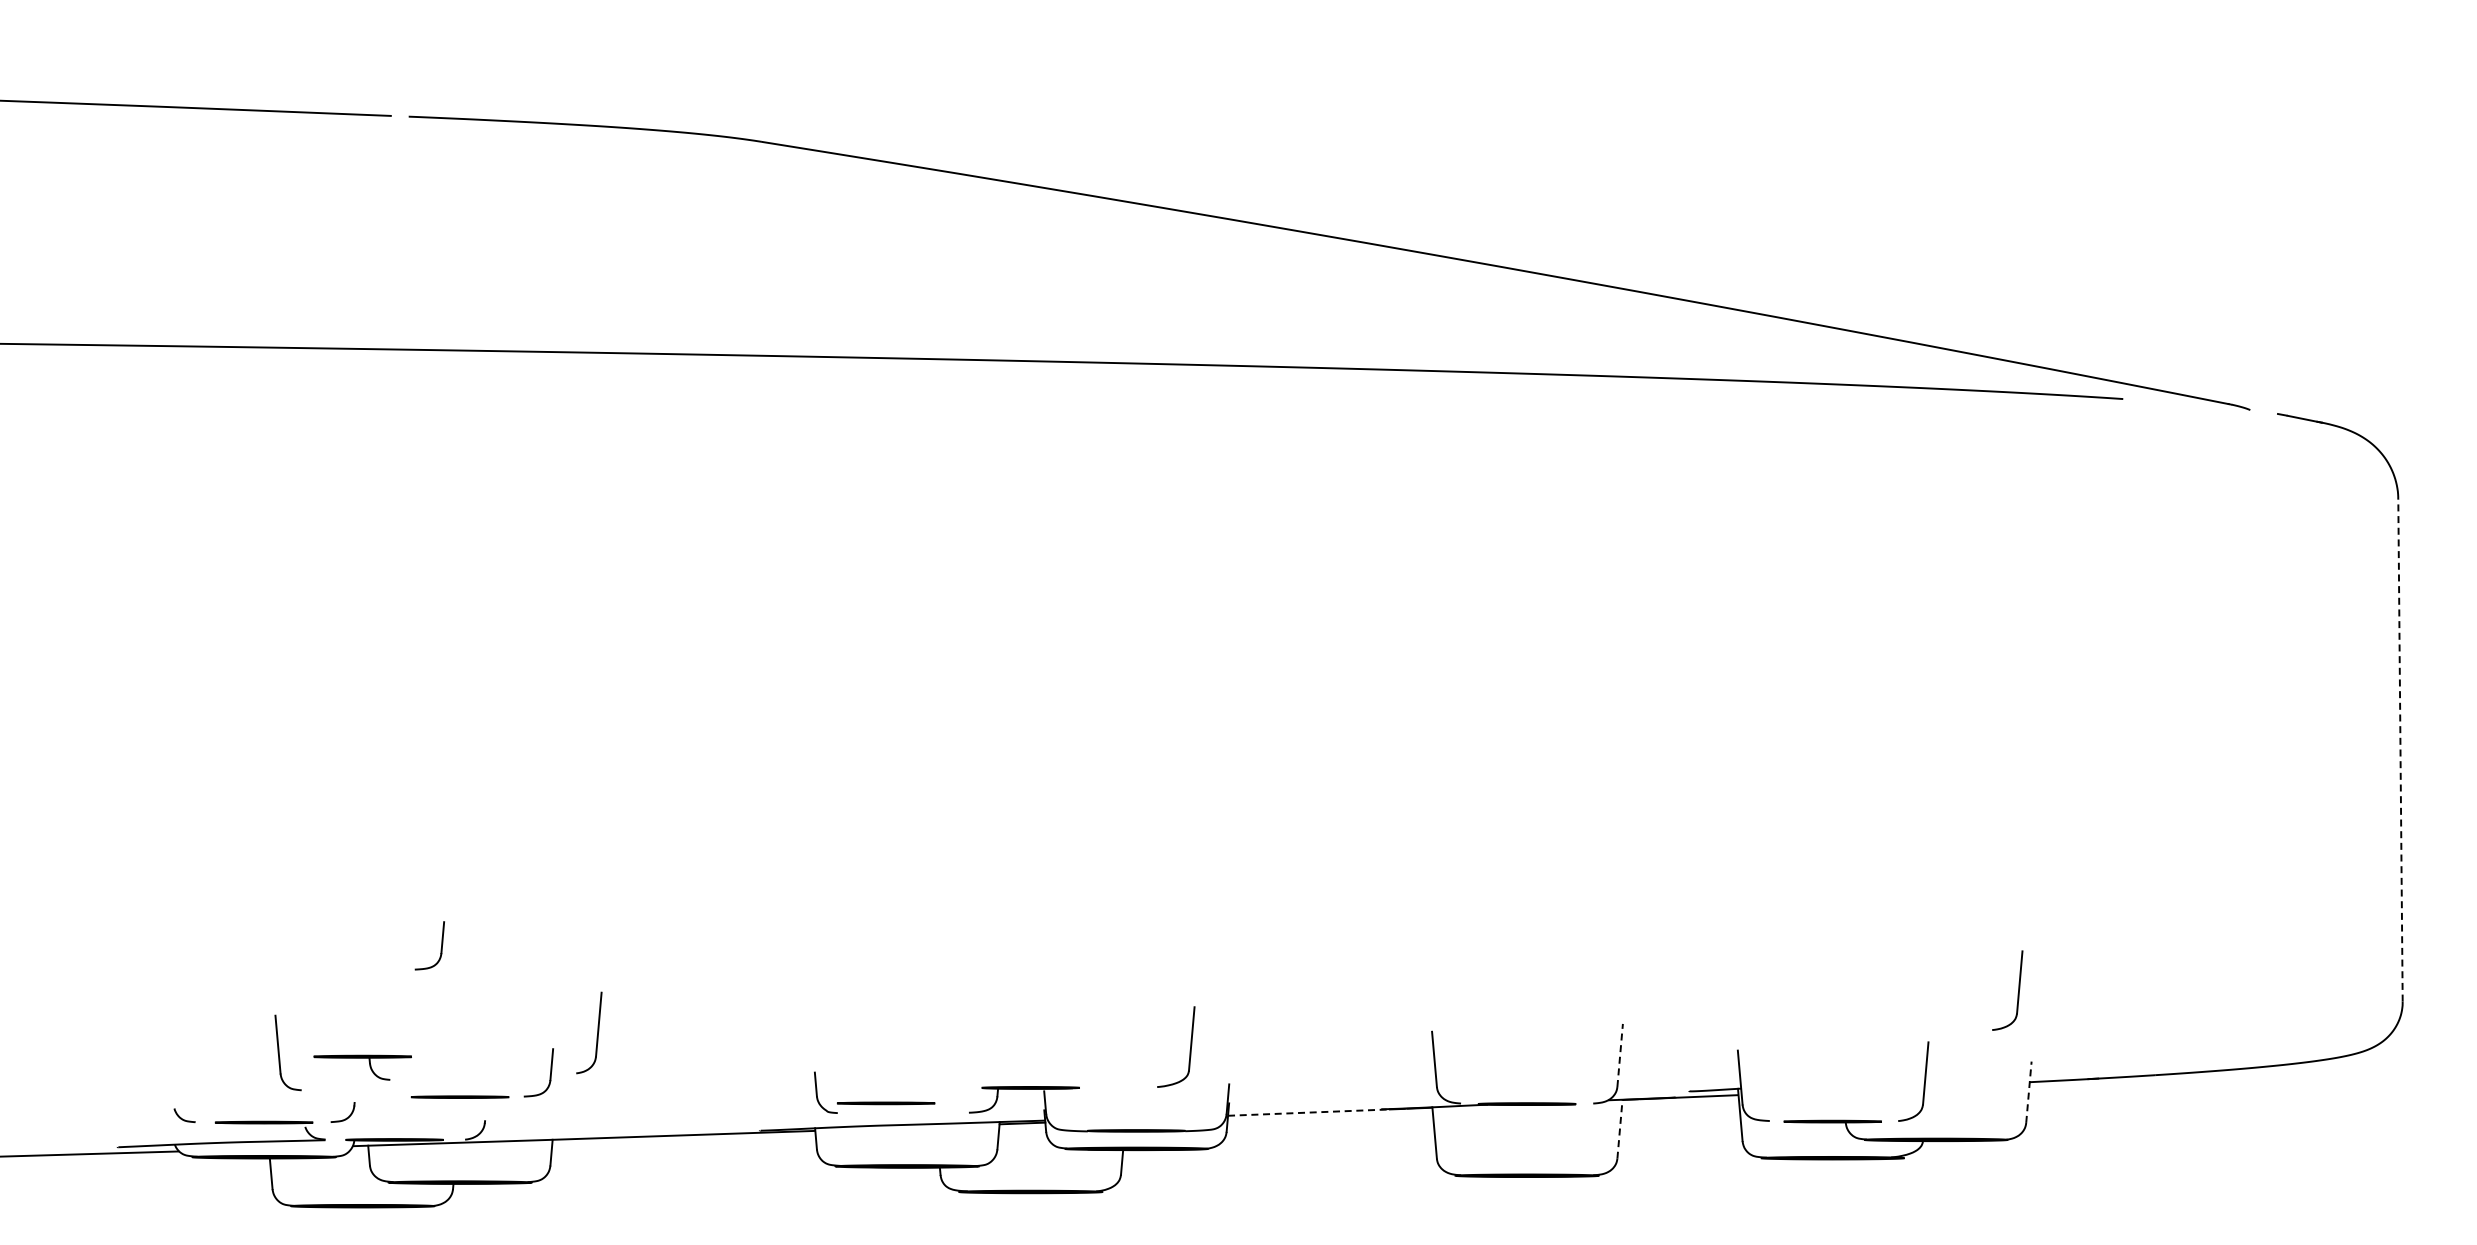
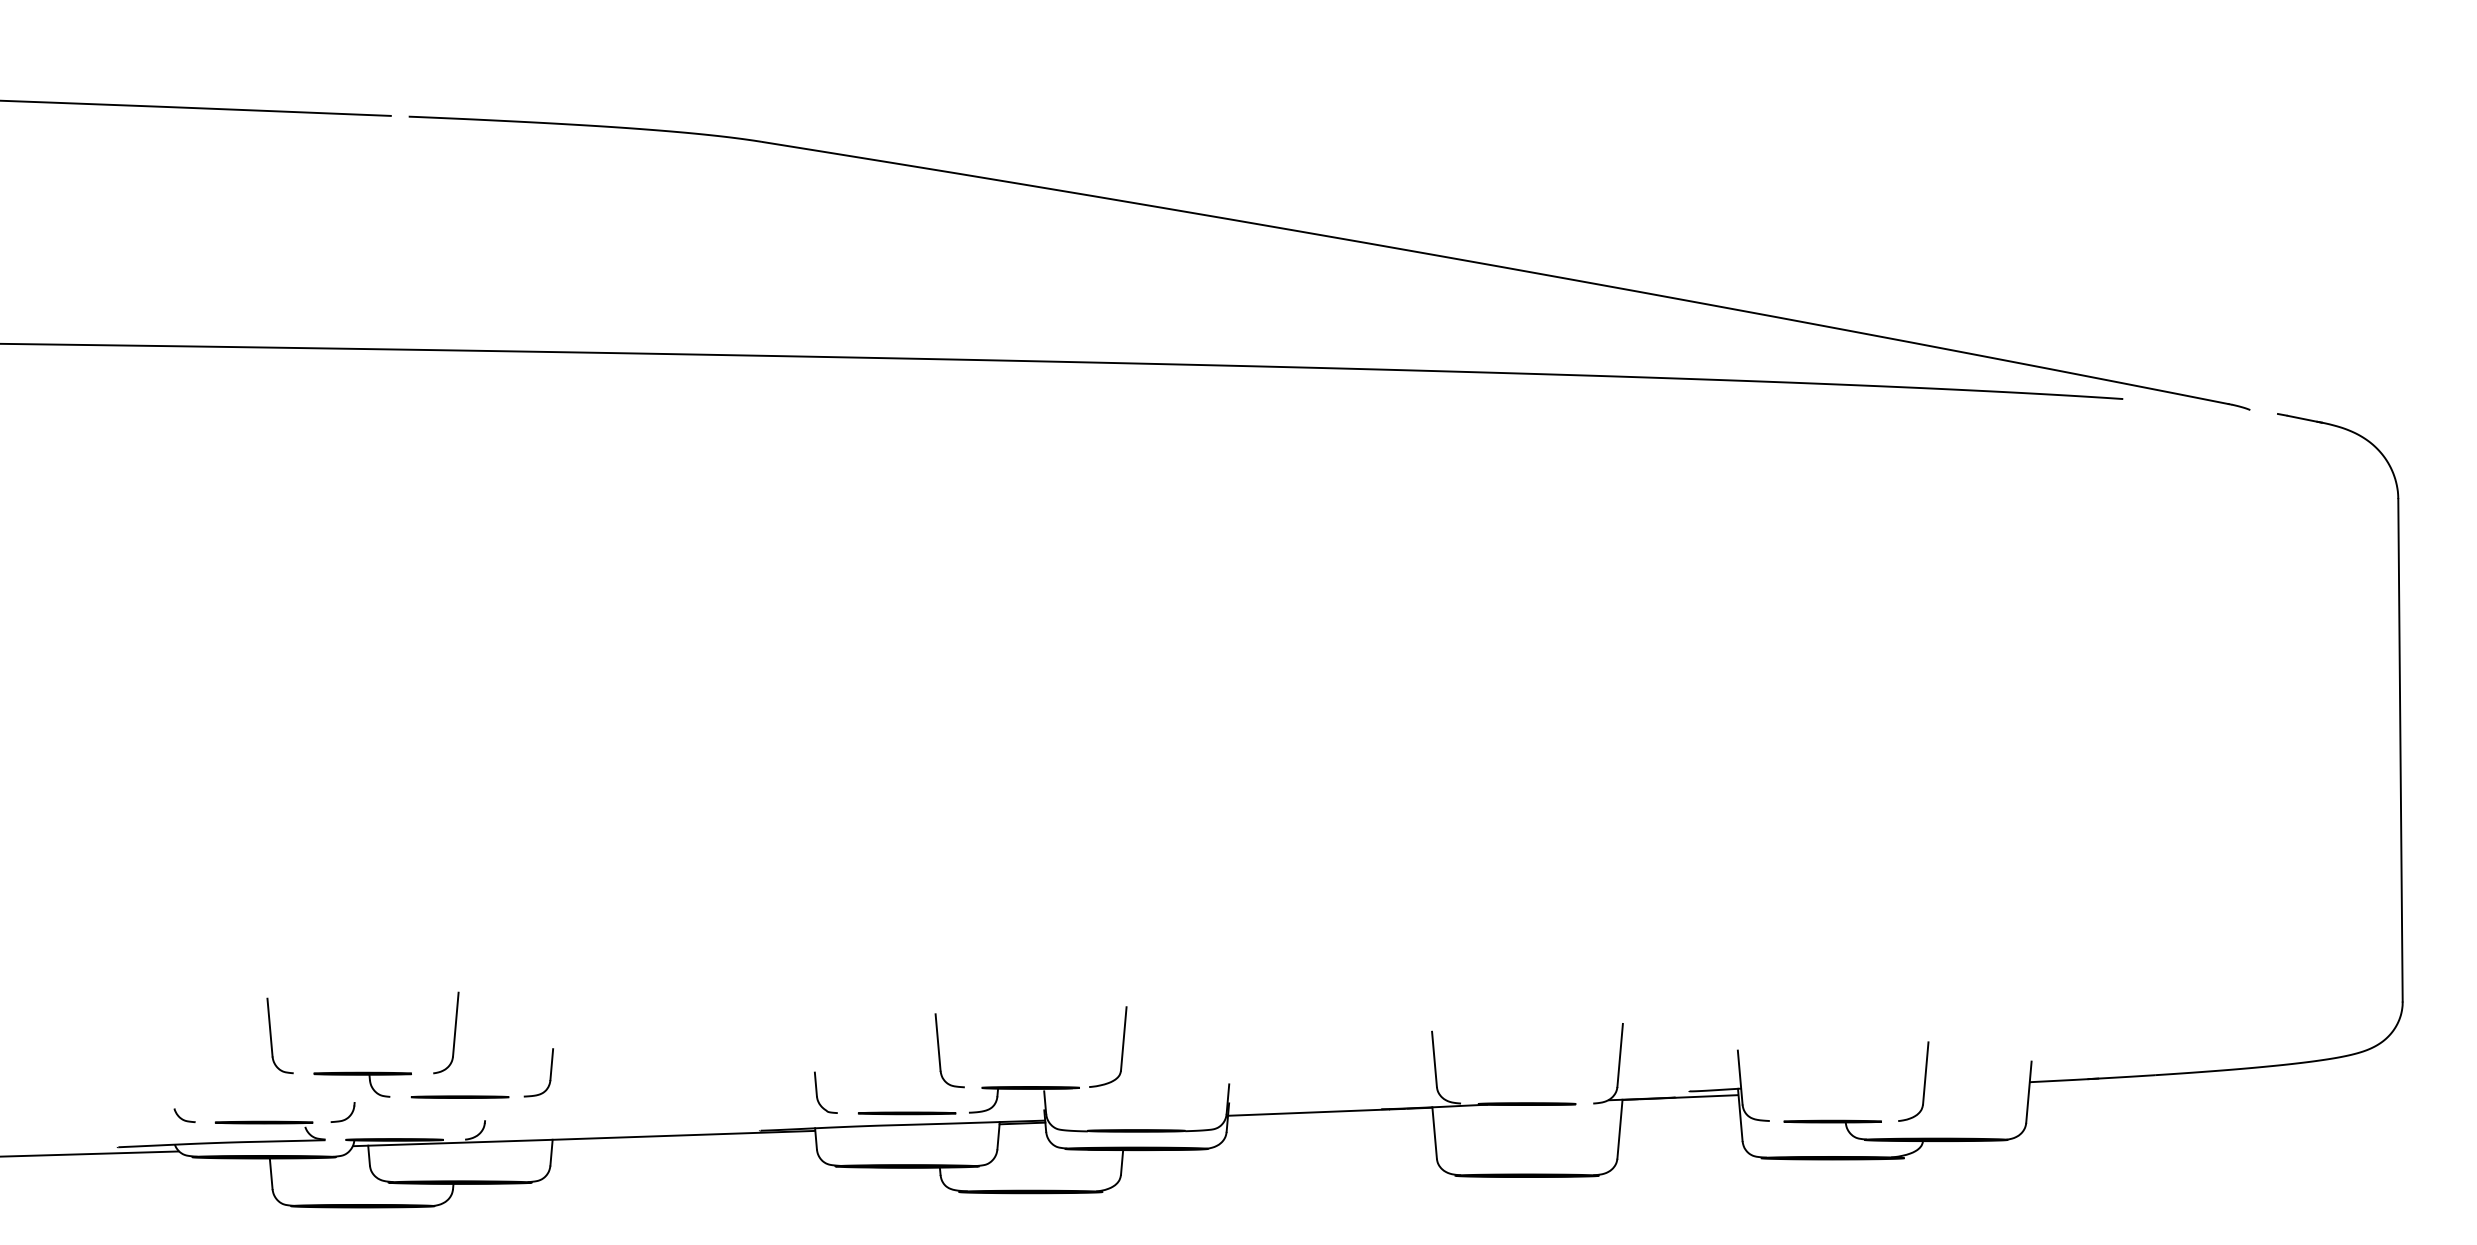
line at (2400, 749): dashed -> solid
part at (440, 948): present -> none
part at (2017, 993): present -> none
part at (597, 1032) position: (597, 1032) -> (454, 1032)
part at (939, 1050): none -> present
part at (1189, 1050) position: (1189, 1050) -> (1121, 1050)
part at (279, 1052) position: (279, 1052) -> (271, 1035)
line at (1620, 1055): dashed -> solid
part at (369, 1067) position: (369, 1067) -> (369, 1084)
line at (2028, 1092): dashed -> solid
line at (885, 1103) position: (885, 1103) -> (906, 1113)
line at (1308, 1112): dashed -> solid
line at (1619, 1129): dashed -> solid
